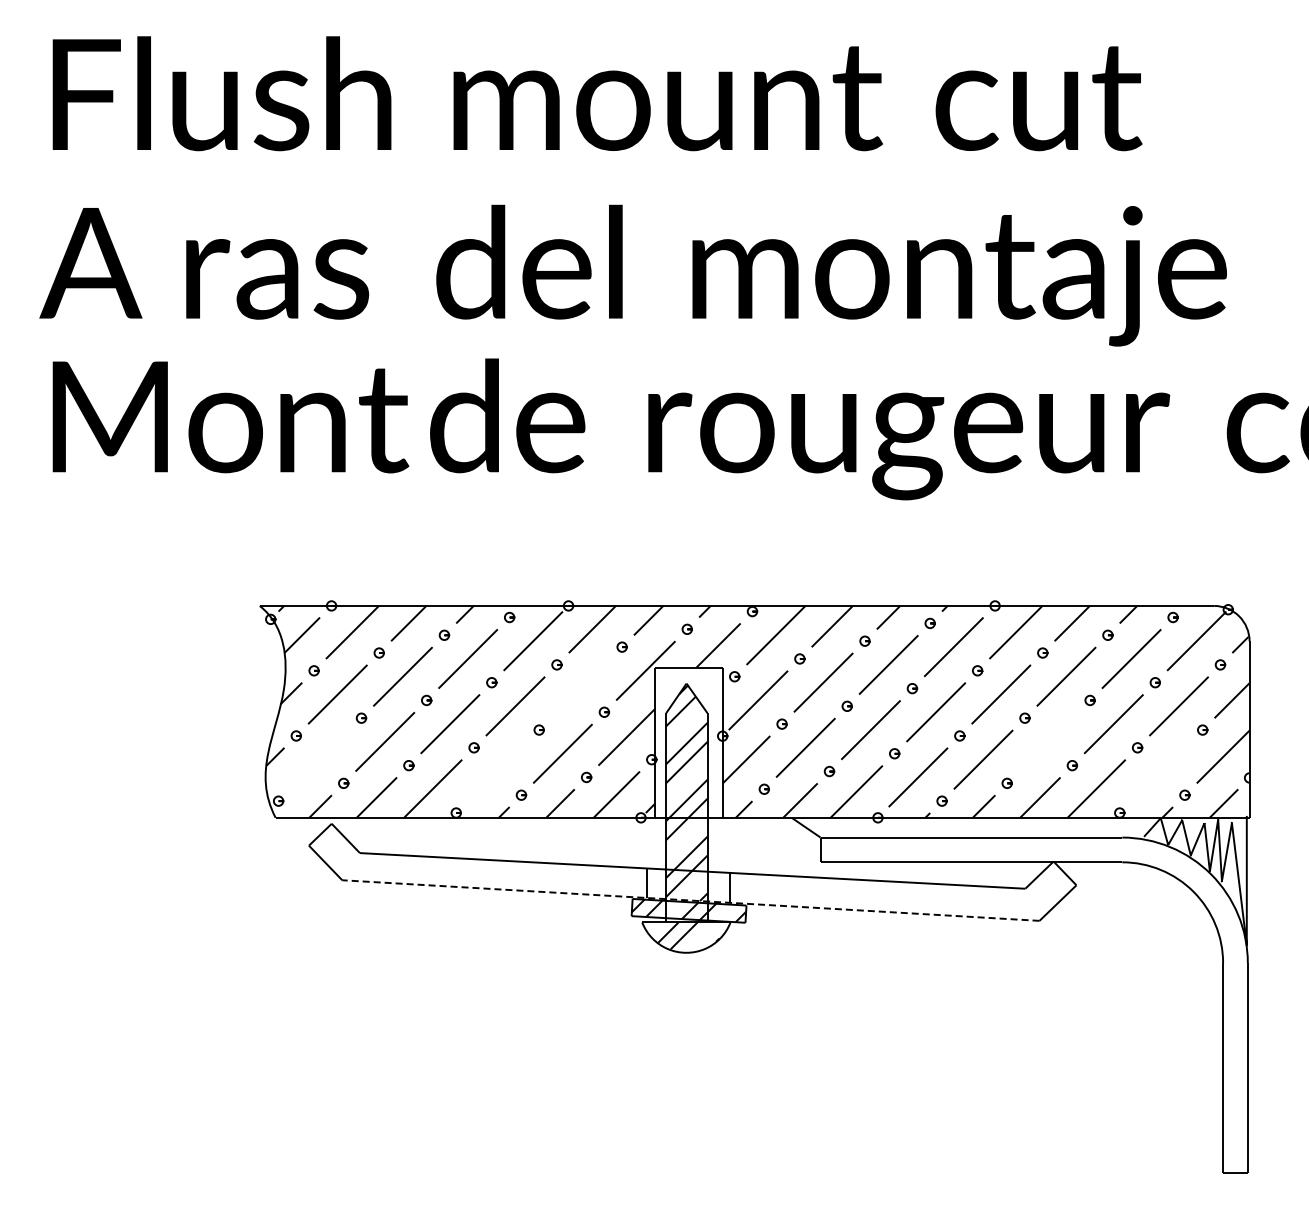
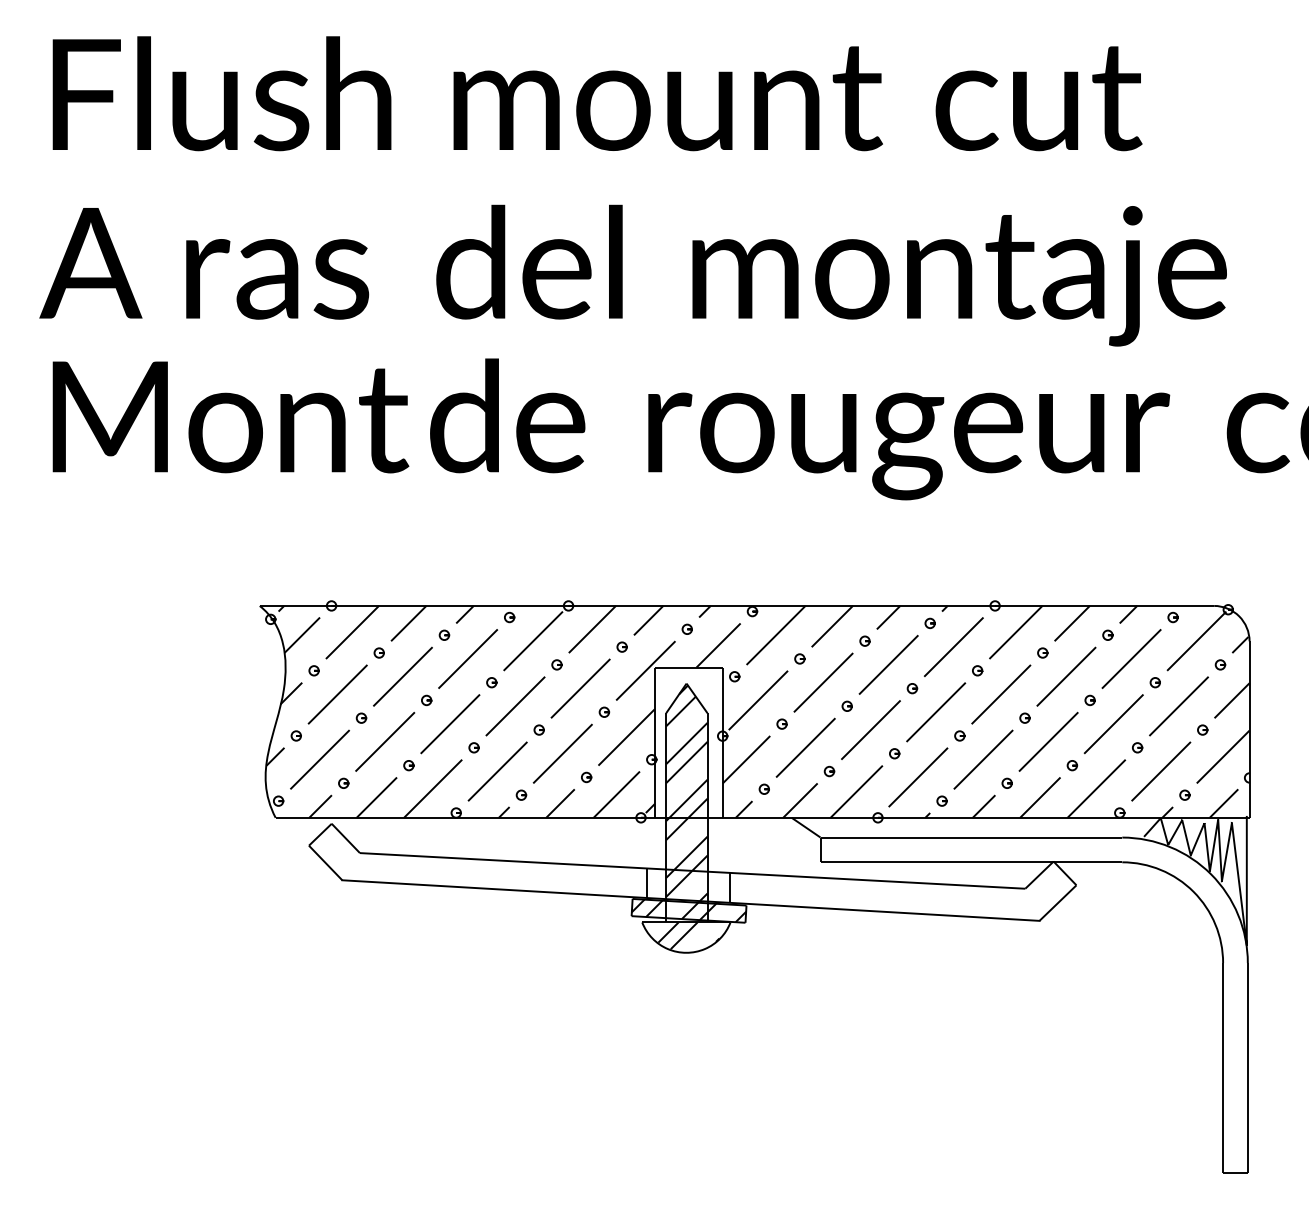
line at (580, 688): none -> present
line at (1048, 741): none -> present
line at (319, 759): none -> present
line at (497, 771): none -> present
line at (1161, 771): none -> present
line at (690, 900): dashed -> solid
